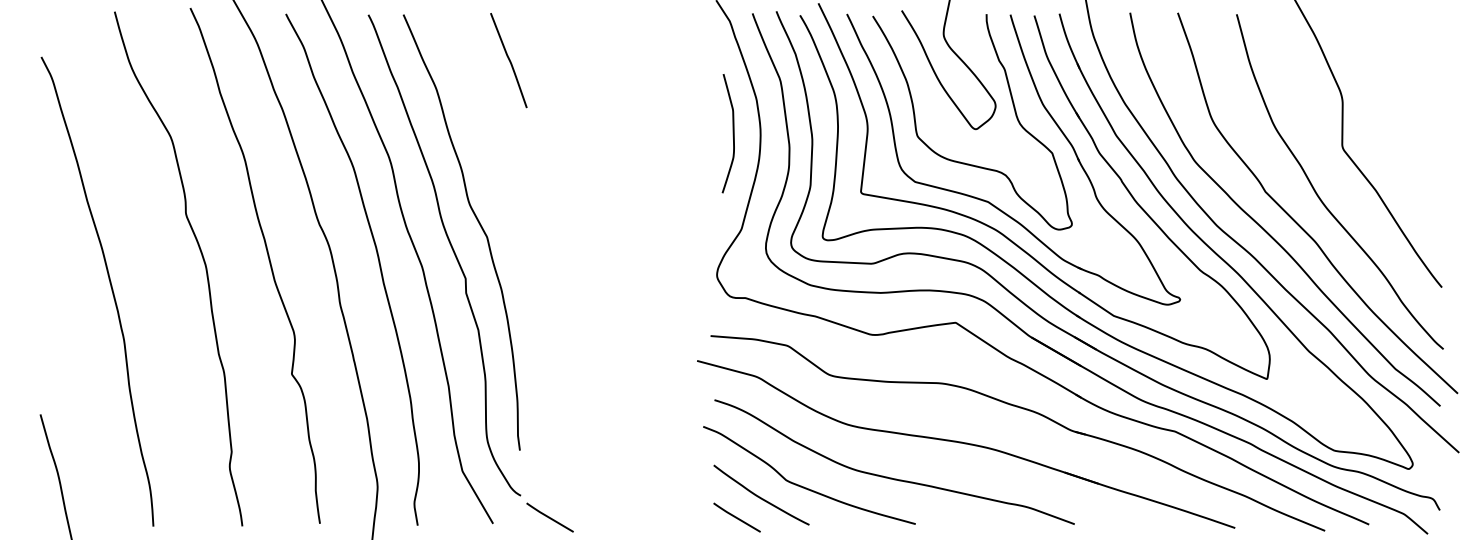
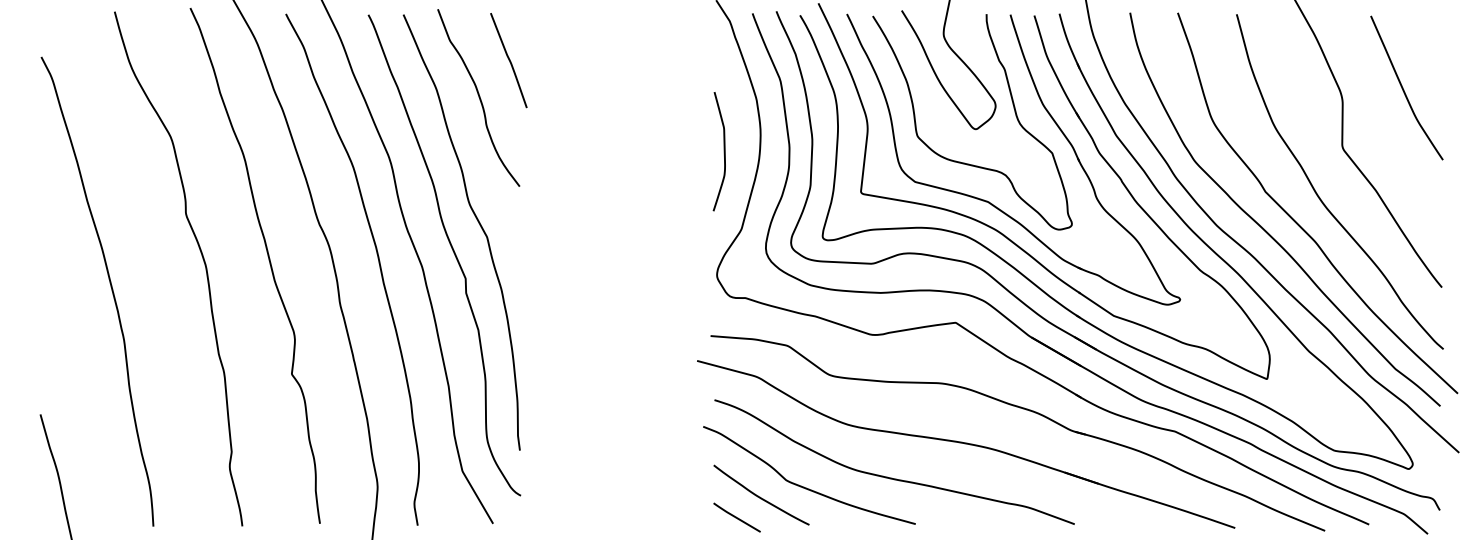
curve at (1404, 89): none -> present
curve at (478, 97): none -> present
curve at (732, 133) position: (732, 133) -> (723, 151)
line at (549, 517): present -> none
